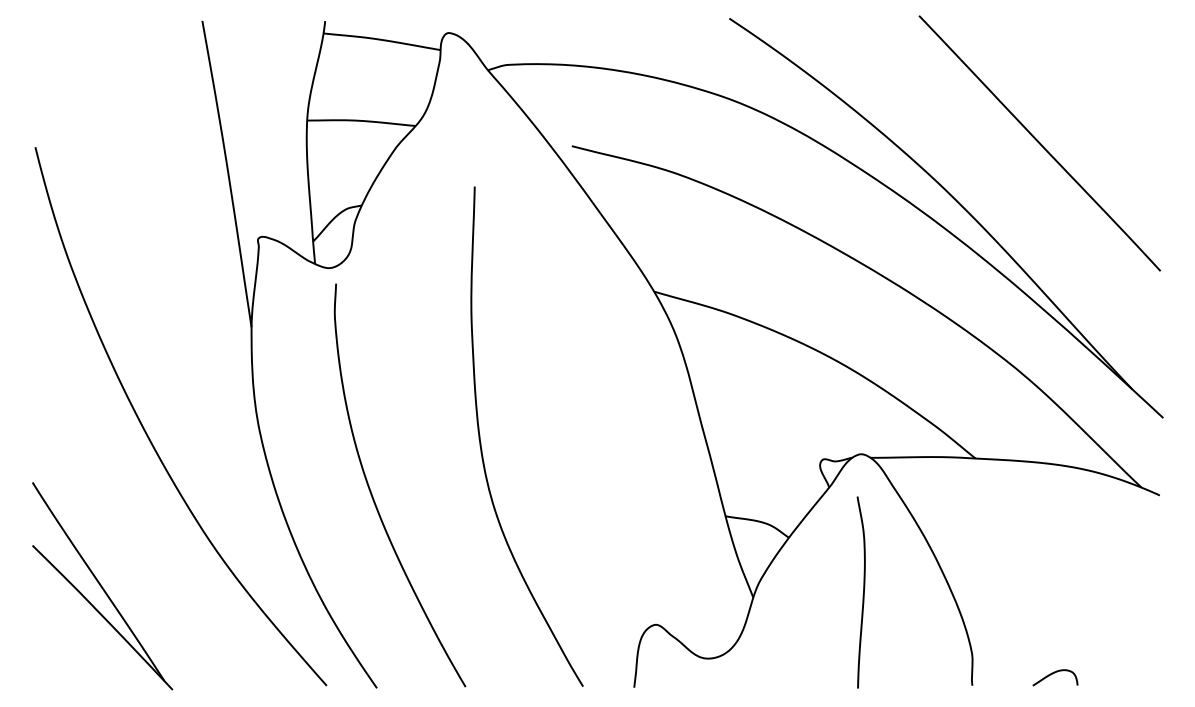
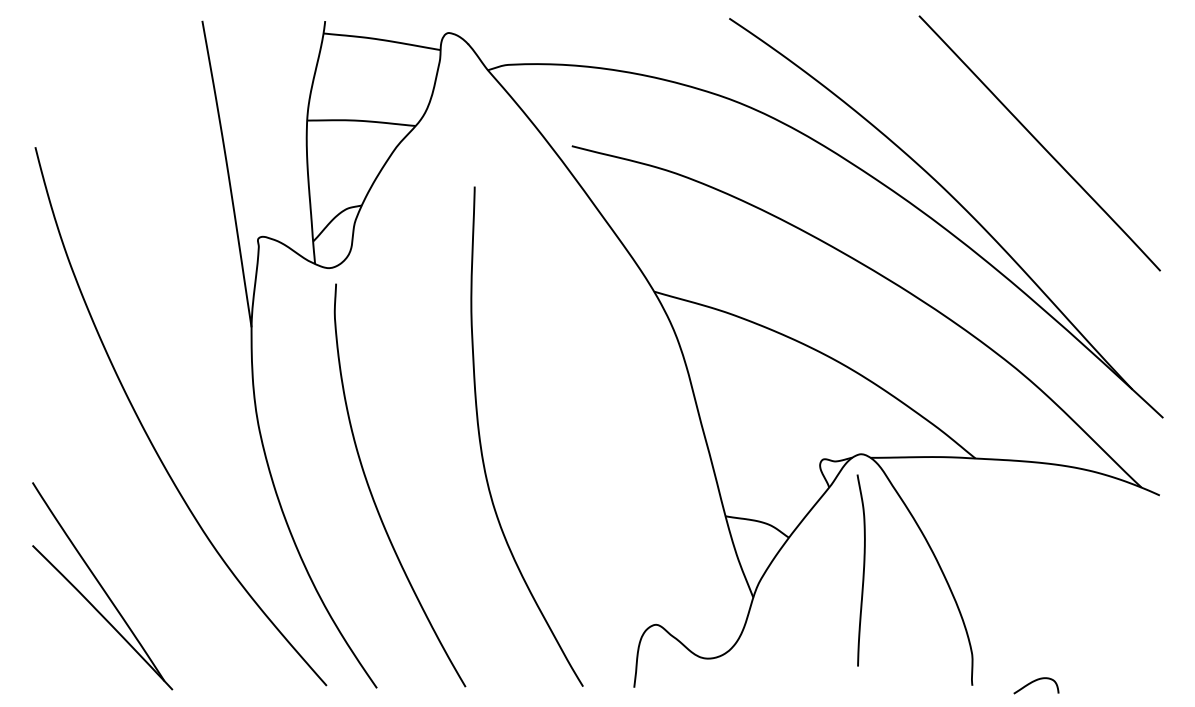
curve at (862, 594) position: (862, 594) -> (862, 572)
curve at (1055, 673) position: (1055, 673) -> (1036, 681)
